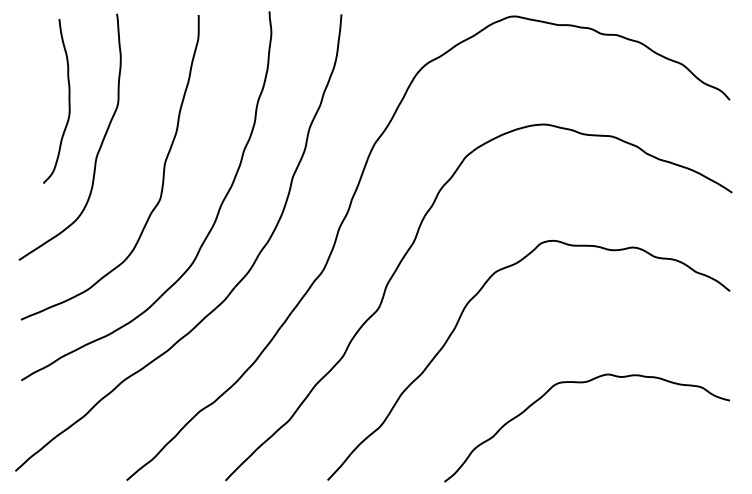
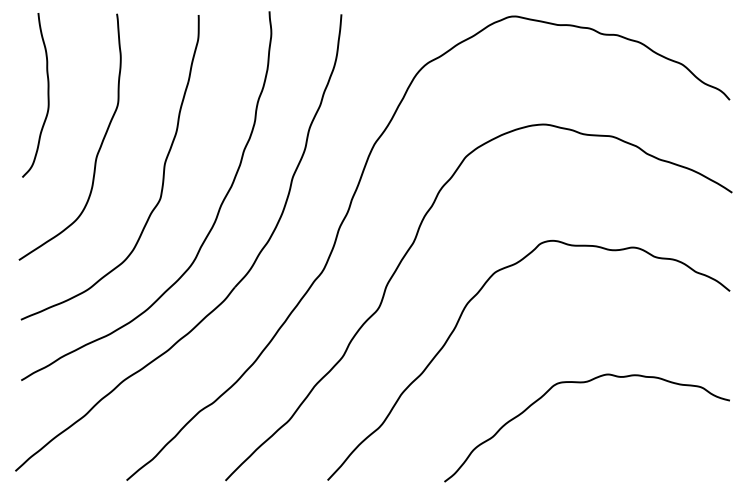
curve at (68, 101) position: (68, 101) -> (47, 95)
